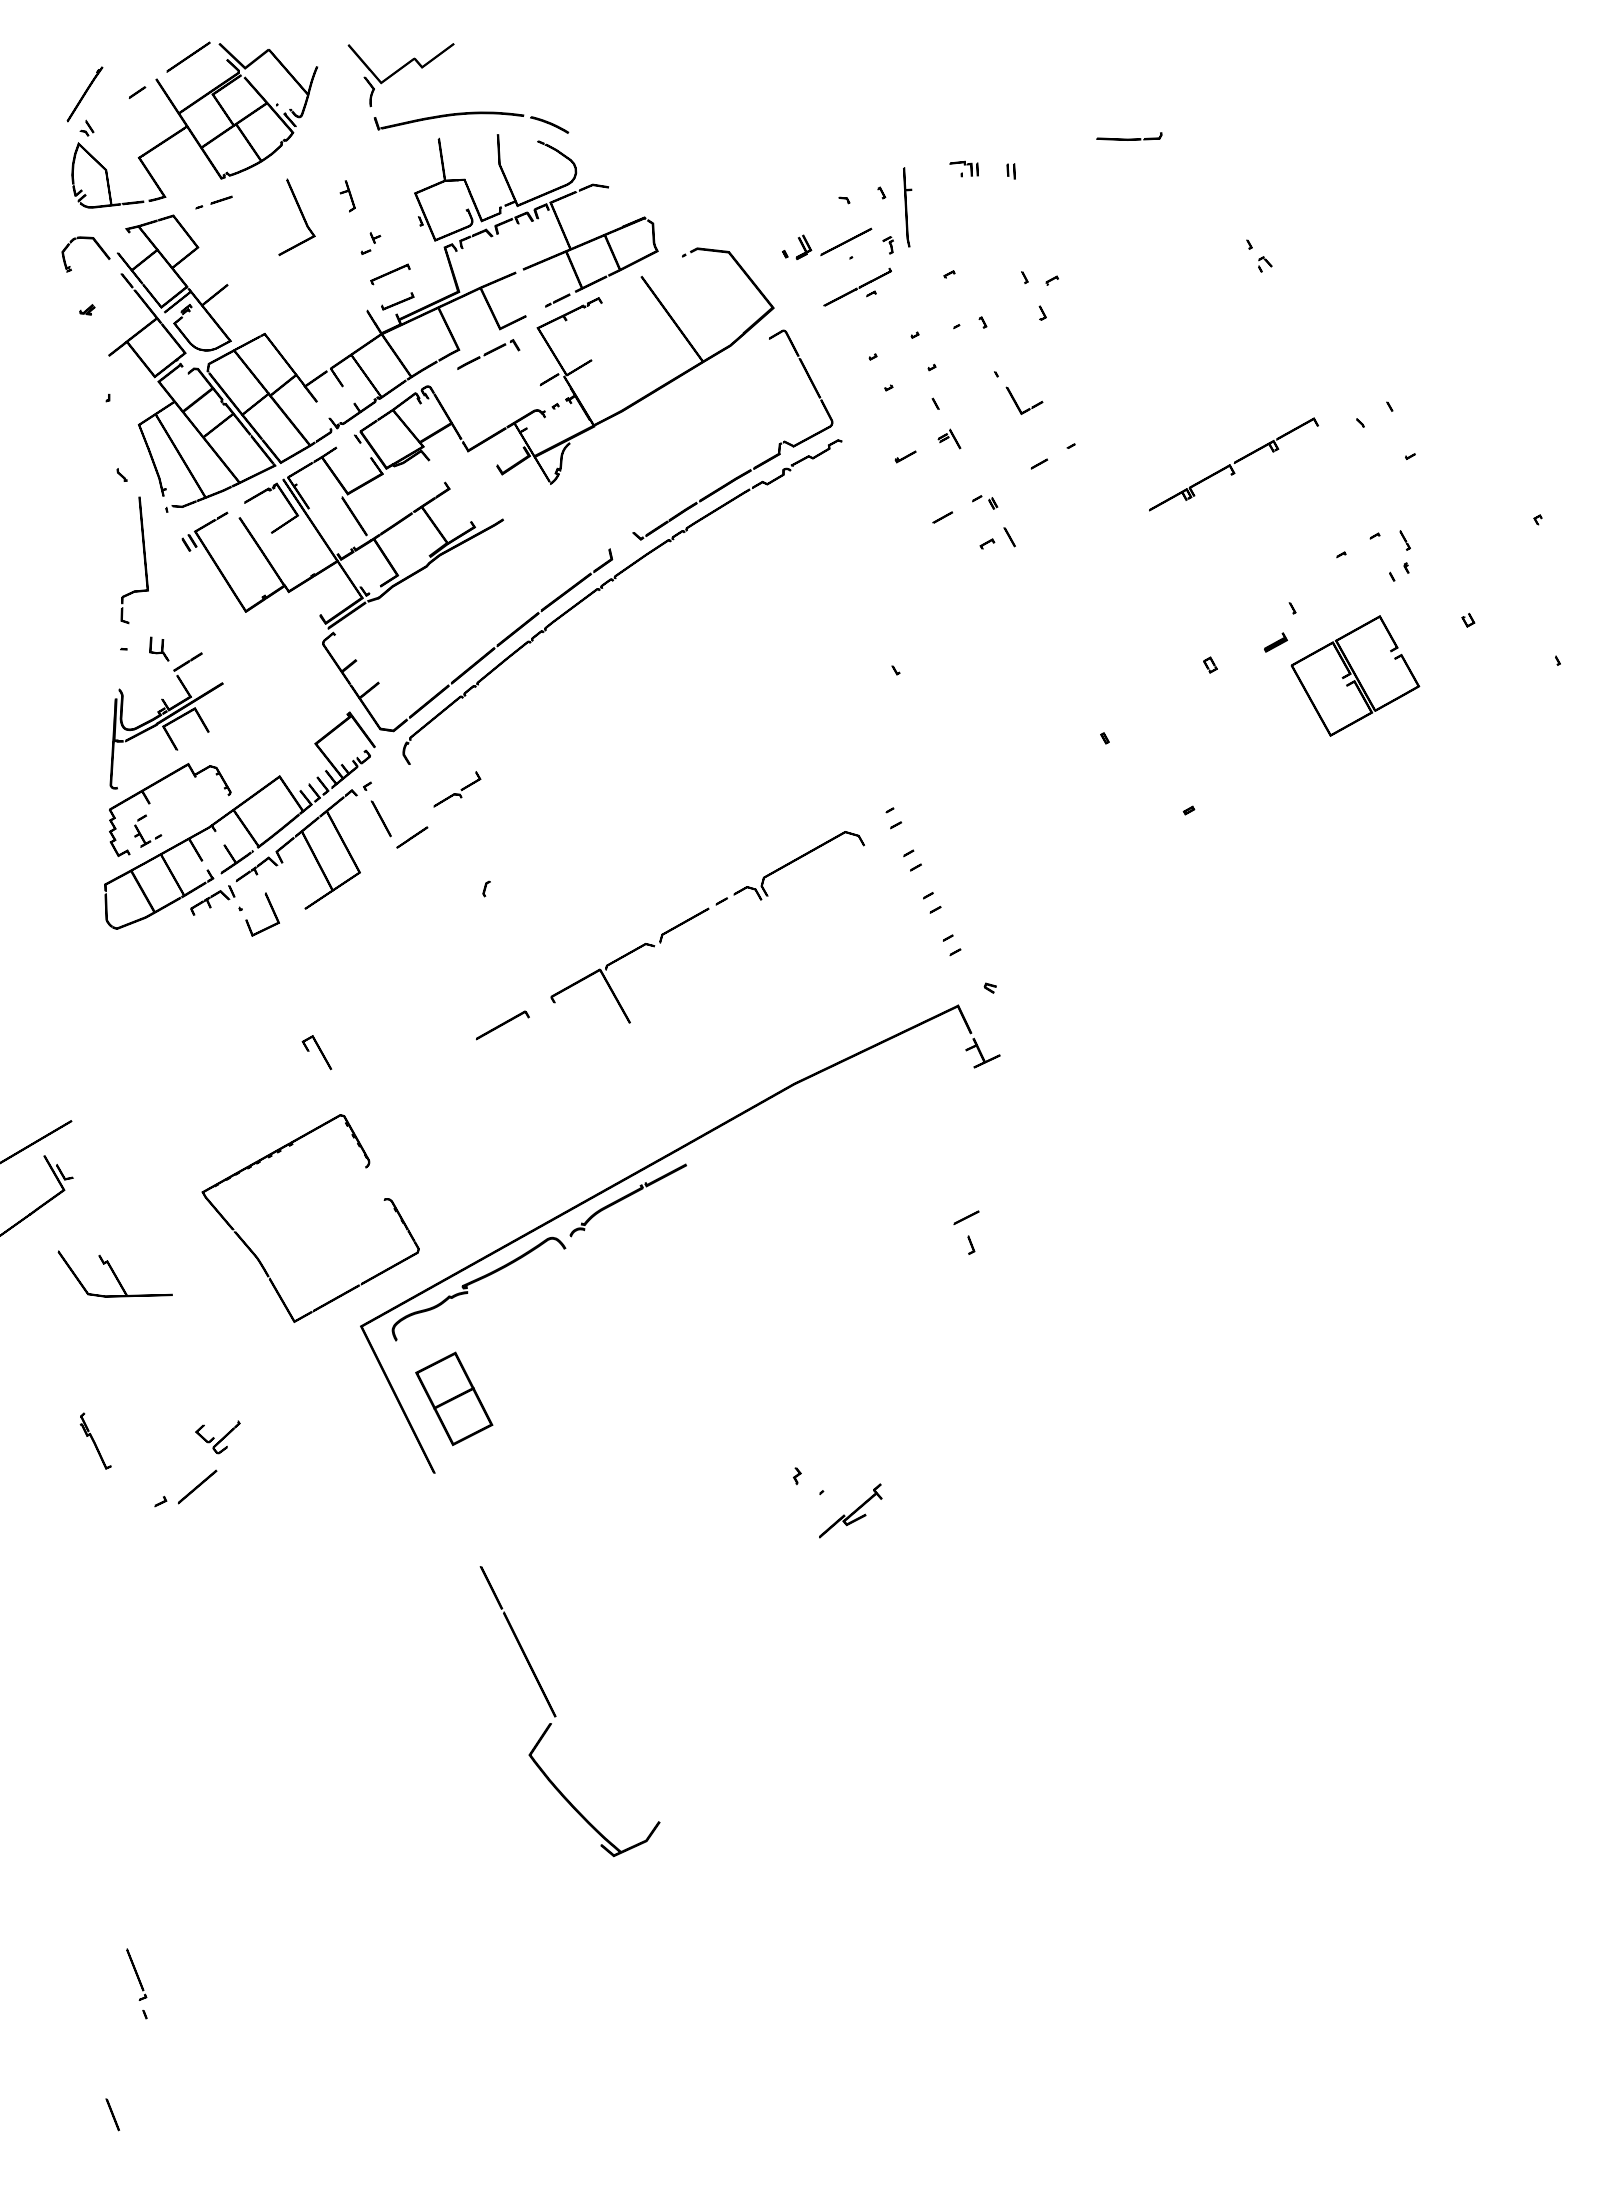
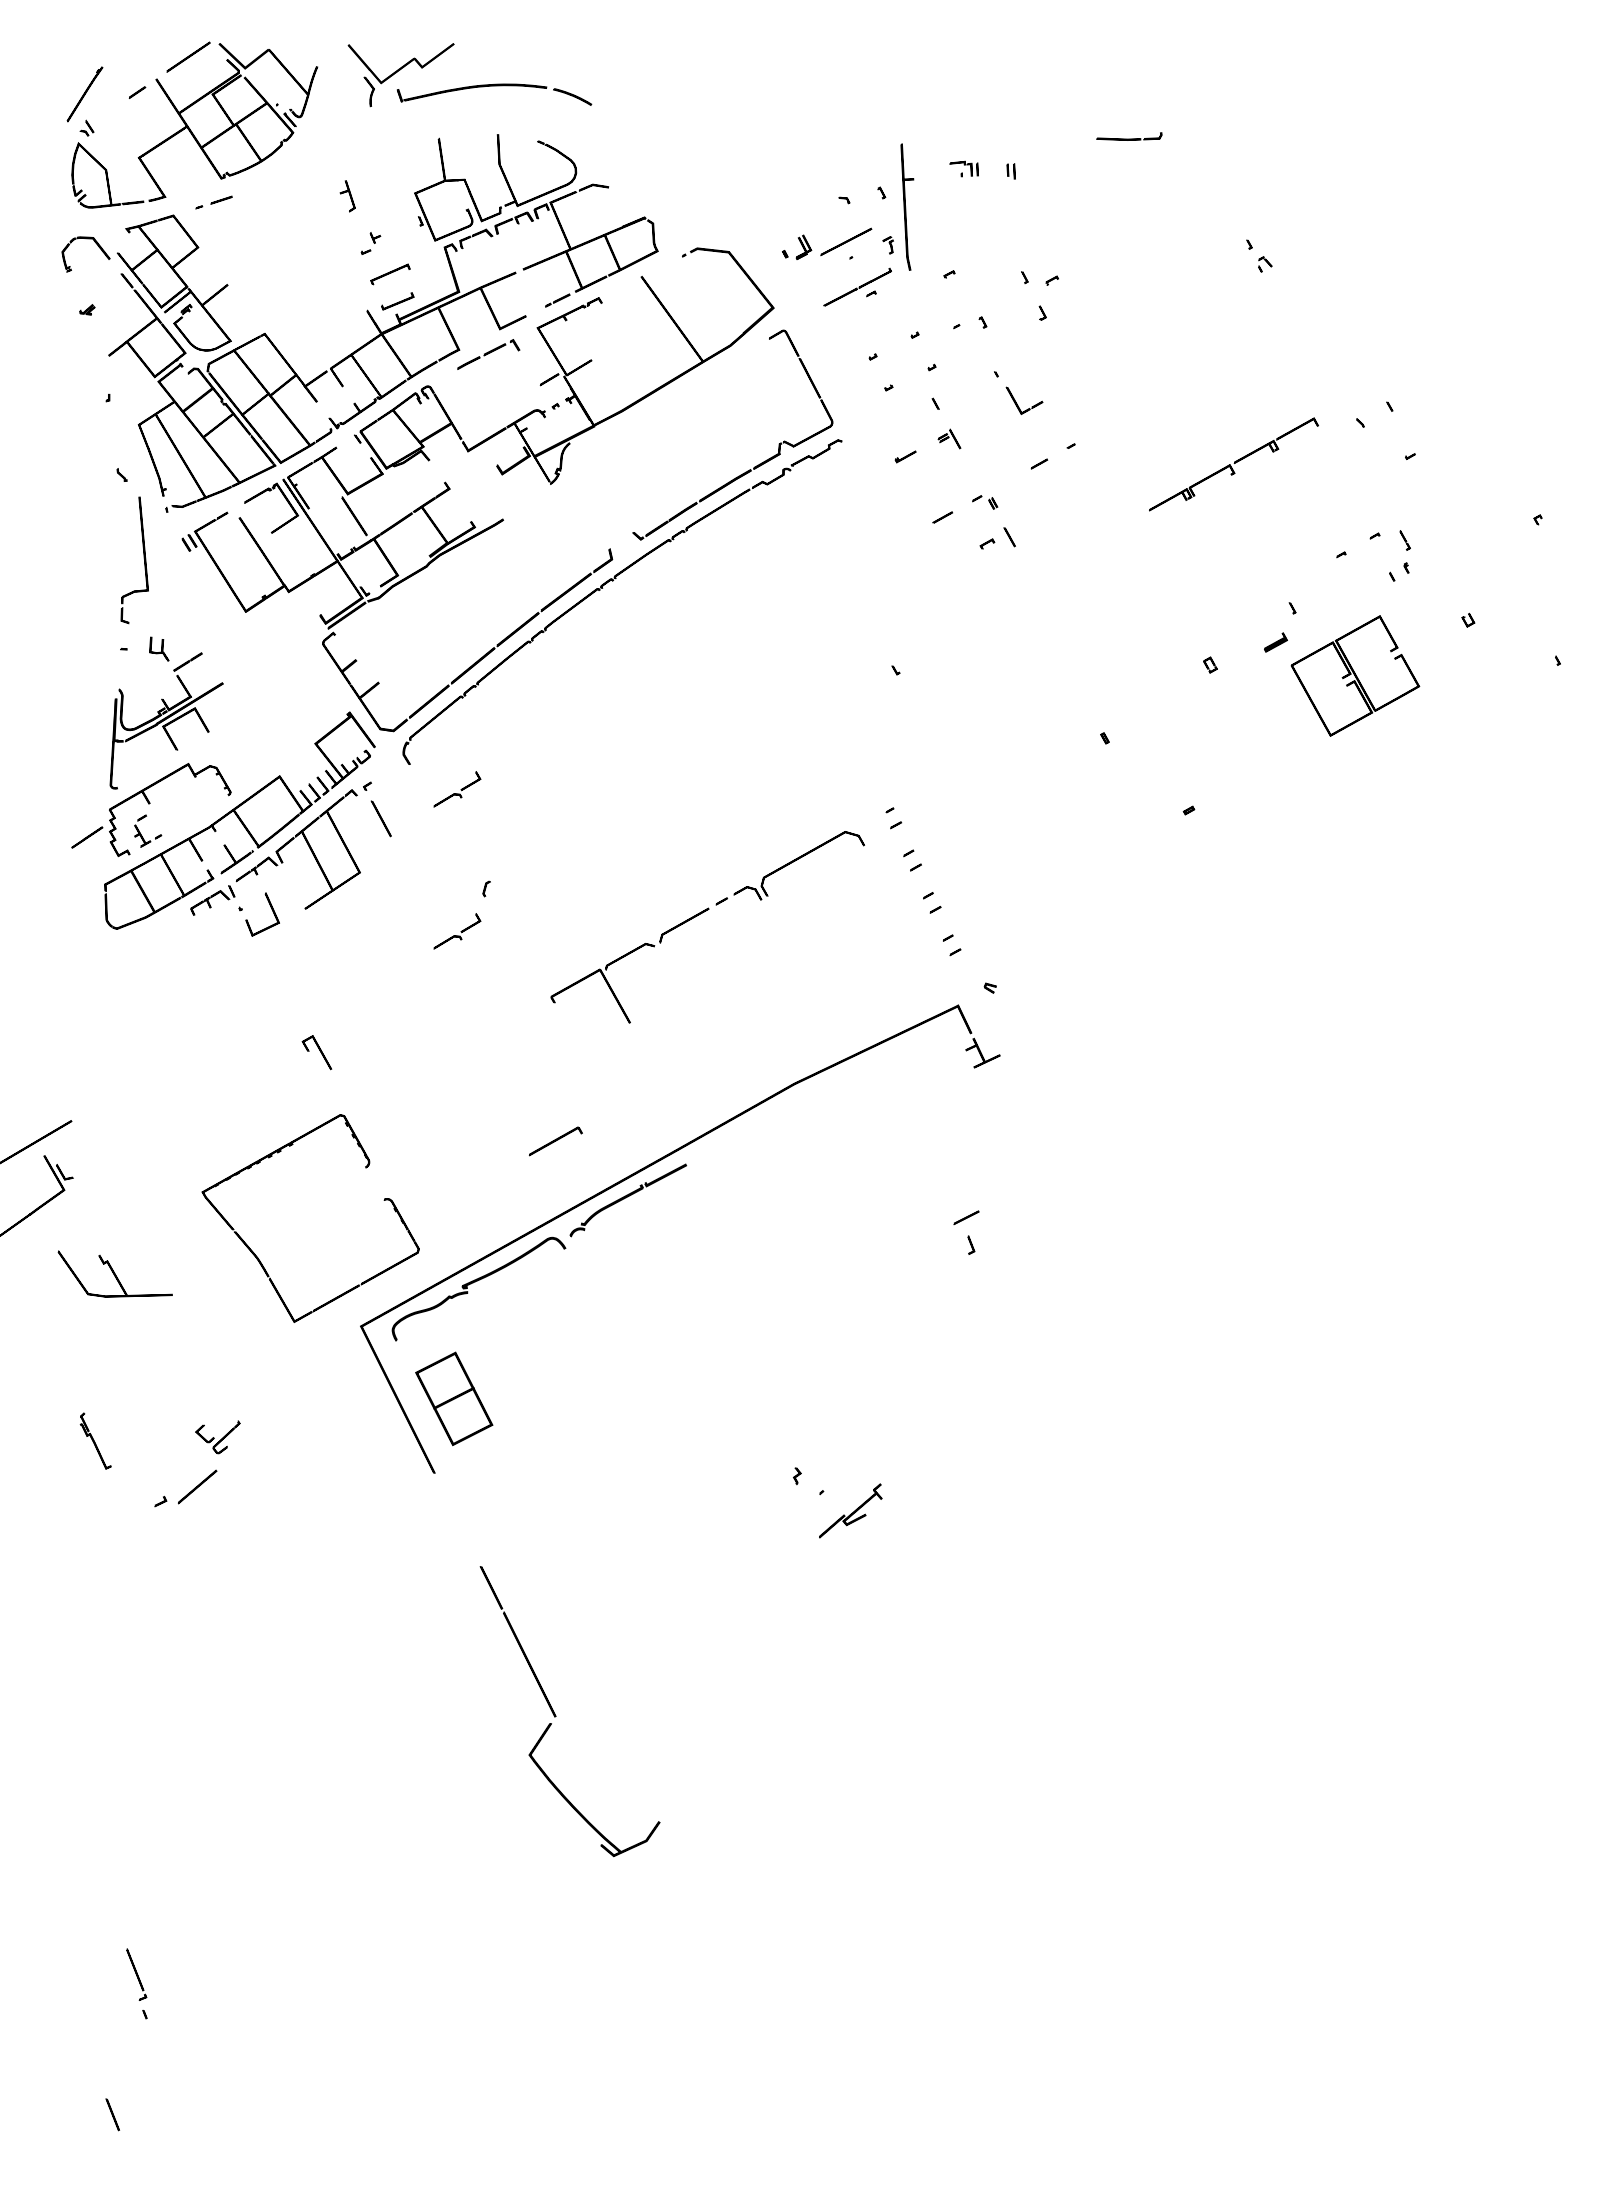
part at (471, 114) position: (471, 114) -> (494, 86)
part at (907, 207) size: 10x81 px -> 15x128 px
part at (296, 217): present -> none
line at (412, 837) position: (412, 837) -> (87, 837)
part at (457, 931): none -> present
part at (502, 1025) position: (502, 1025) -> (555, 1141)
